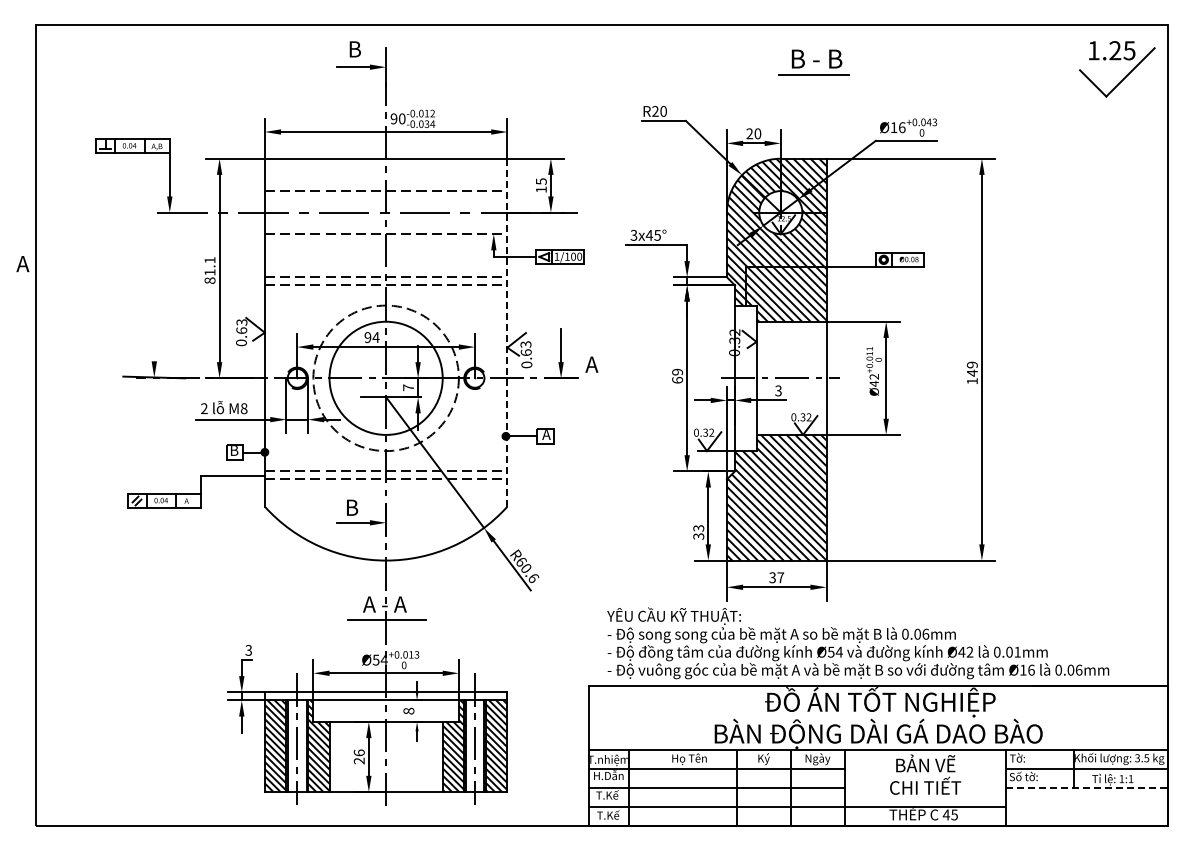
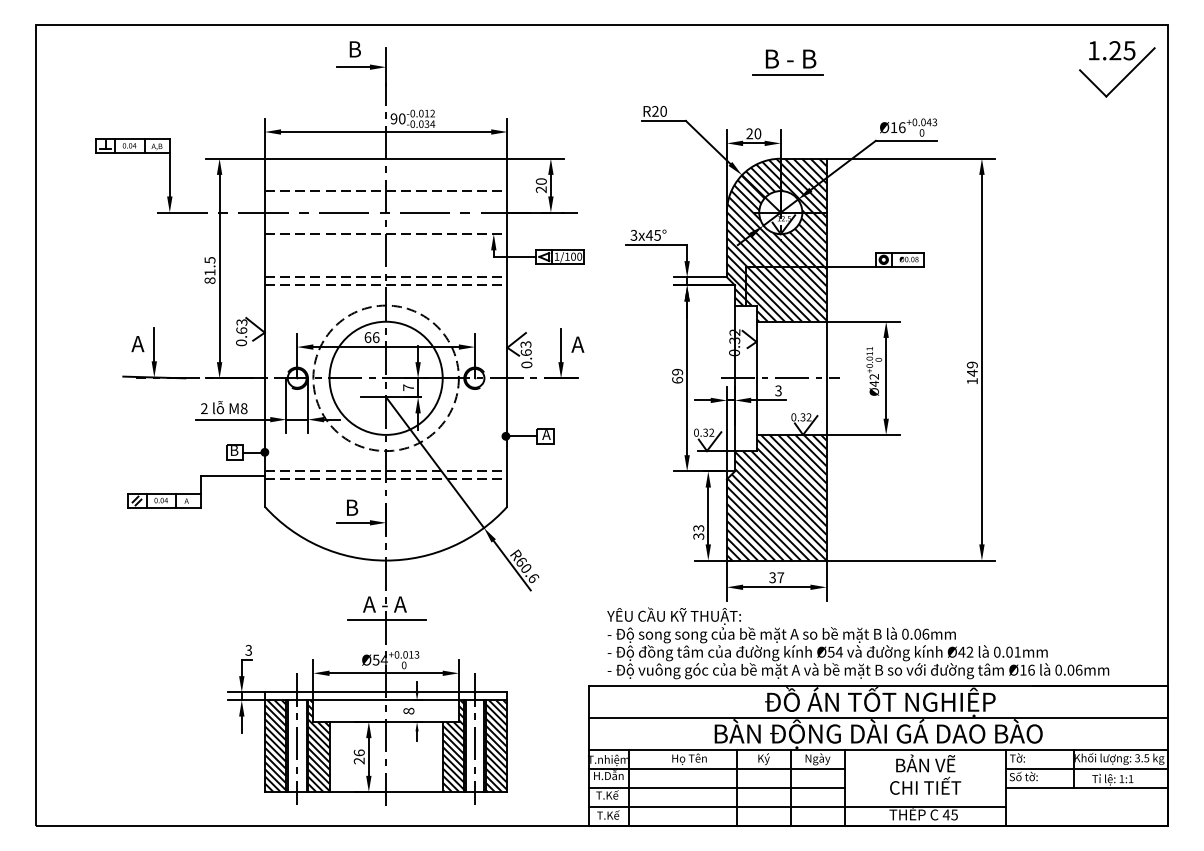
part at (813, 62) position: (813, 62) -> (787, 62)
text at (540, 185): 15 -> 20
text at (209, 260): 81.1 -> 81.5
text at (22, 264) position: (22, 264) -> (137, 344)
line at (507, 332): dashed -> solid
text at (371, 337): 94 -> 66
line at (154, 344): none -> present
text at (591, 364) position: (591, 364) -> (577, 344)
line at (877, 717): none -> present
line at (1087, 787): dashed -> solid
